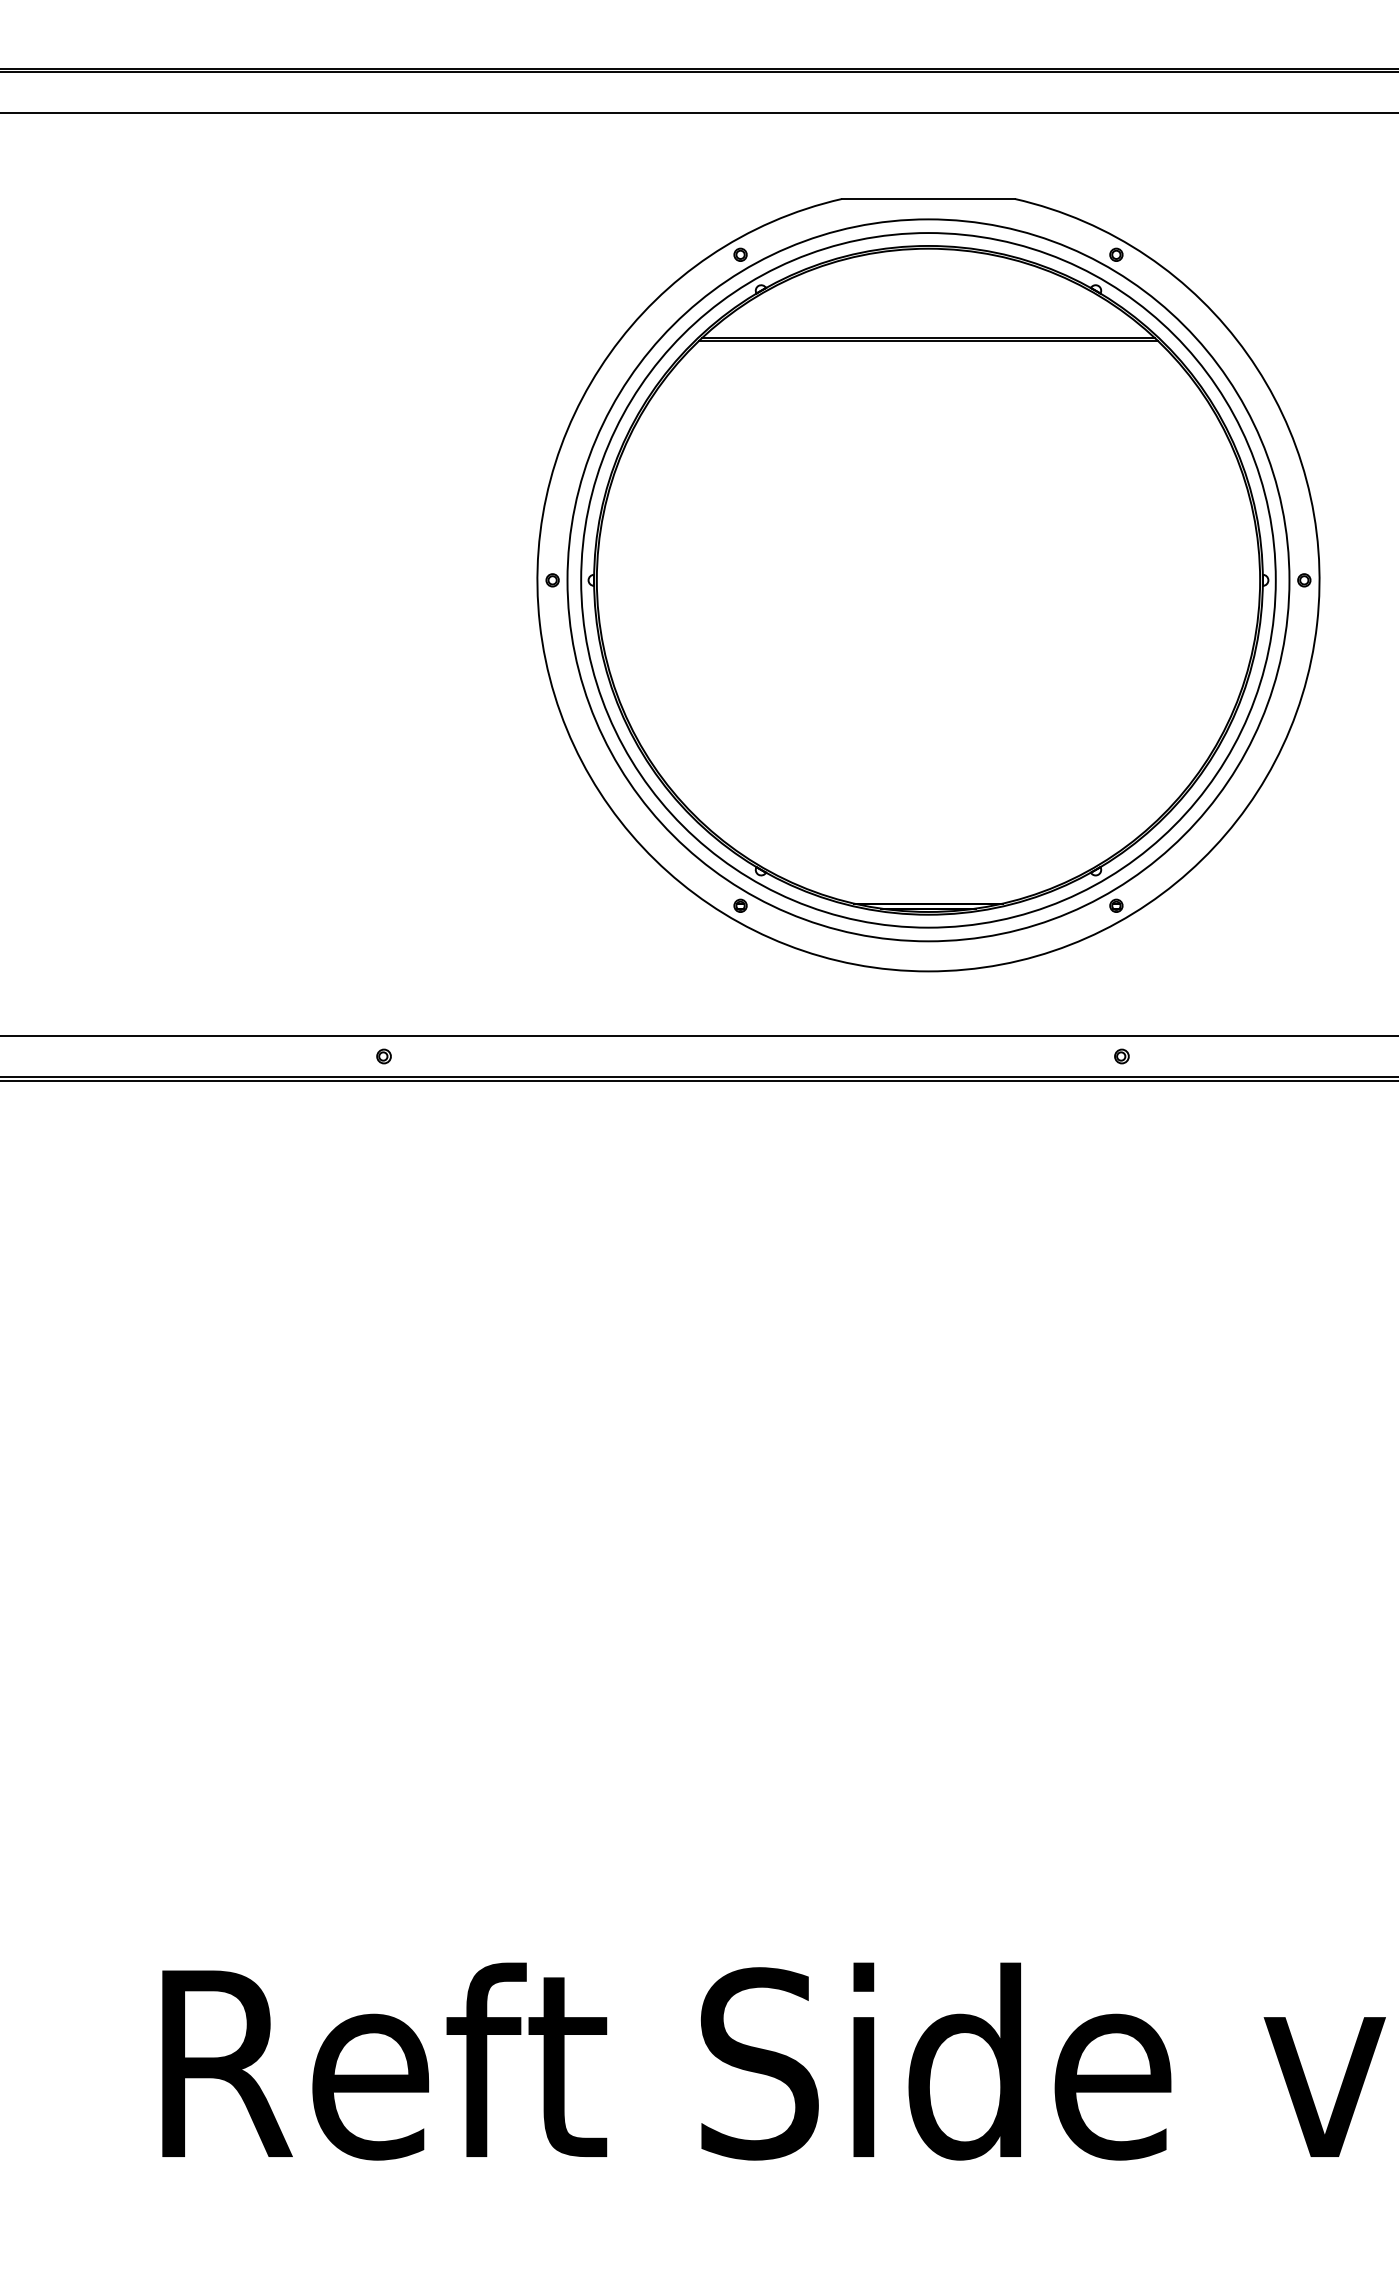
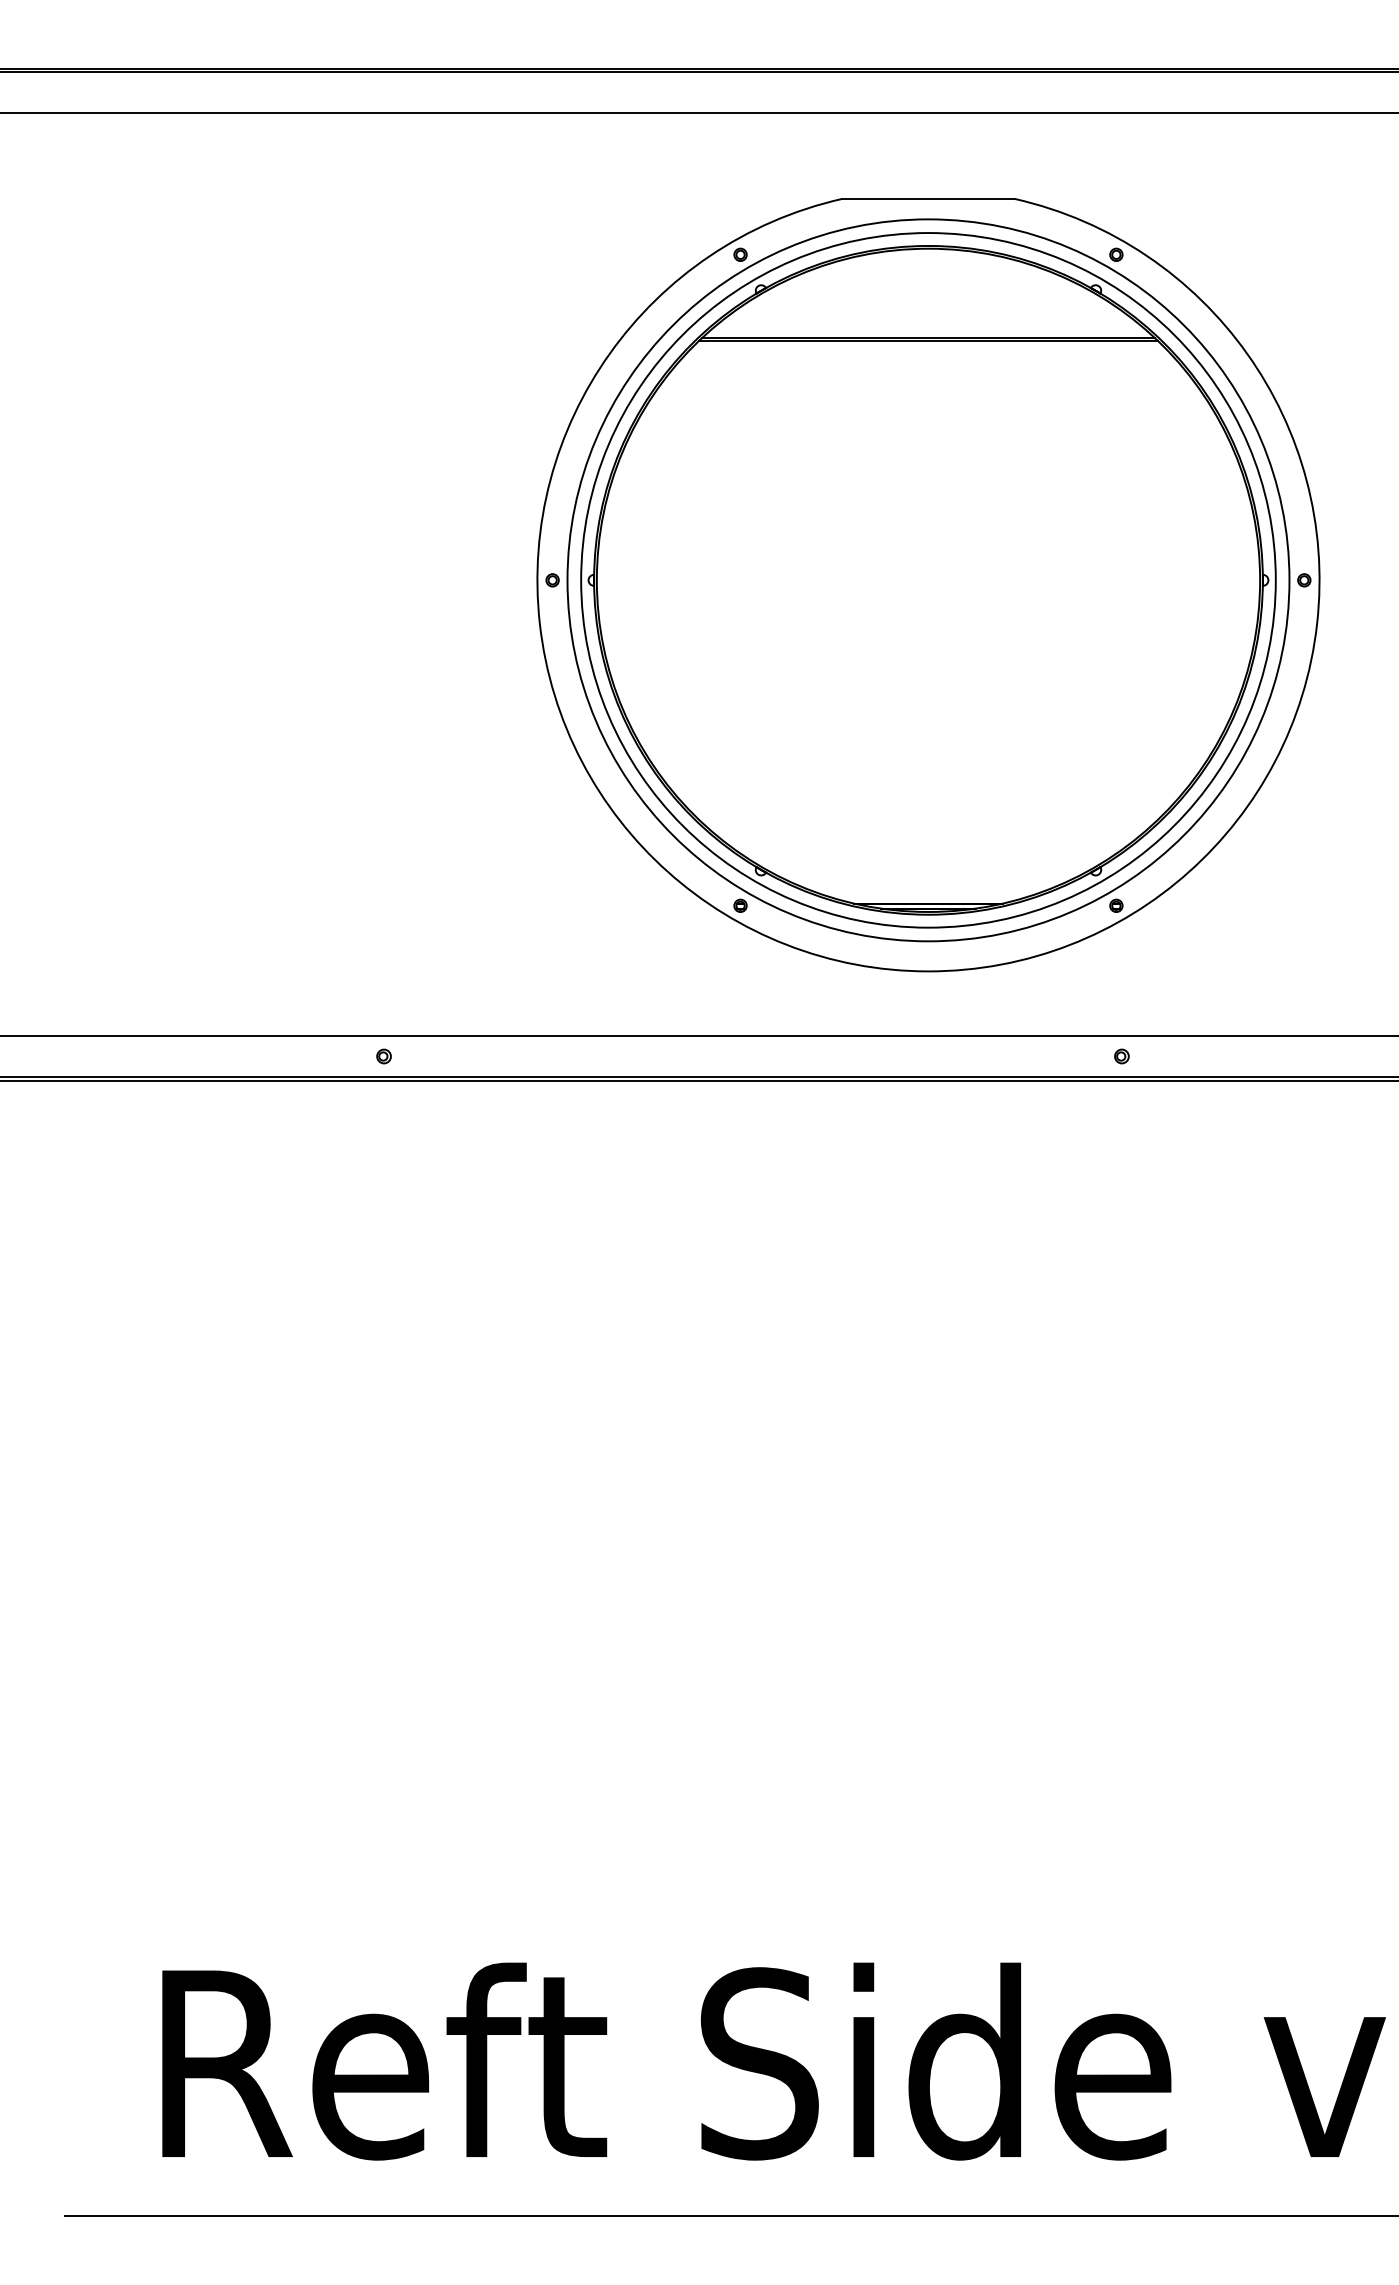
line at (729, 2216): none -> present
